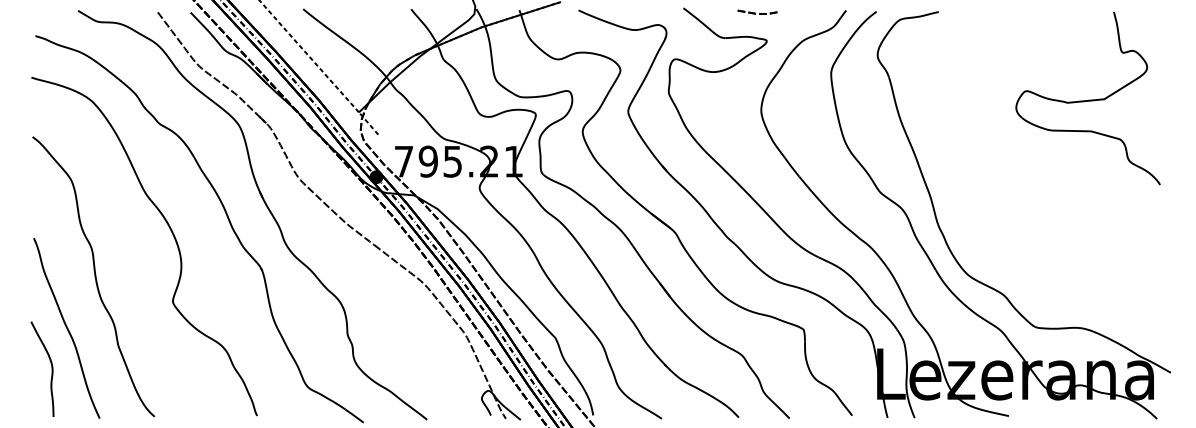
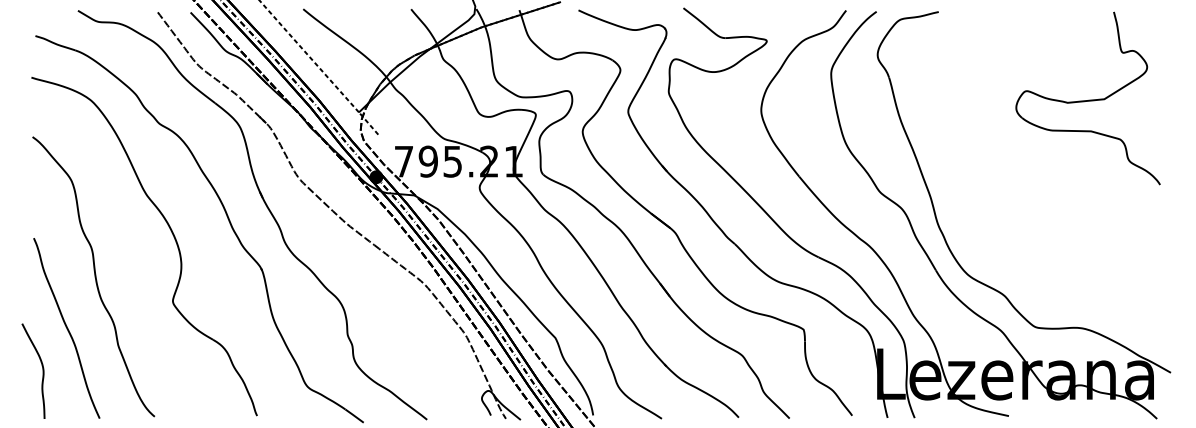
part at (757, 11): present -> none
curve at (51, 368) position: (51, 368) -> (42, 370)
